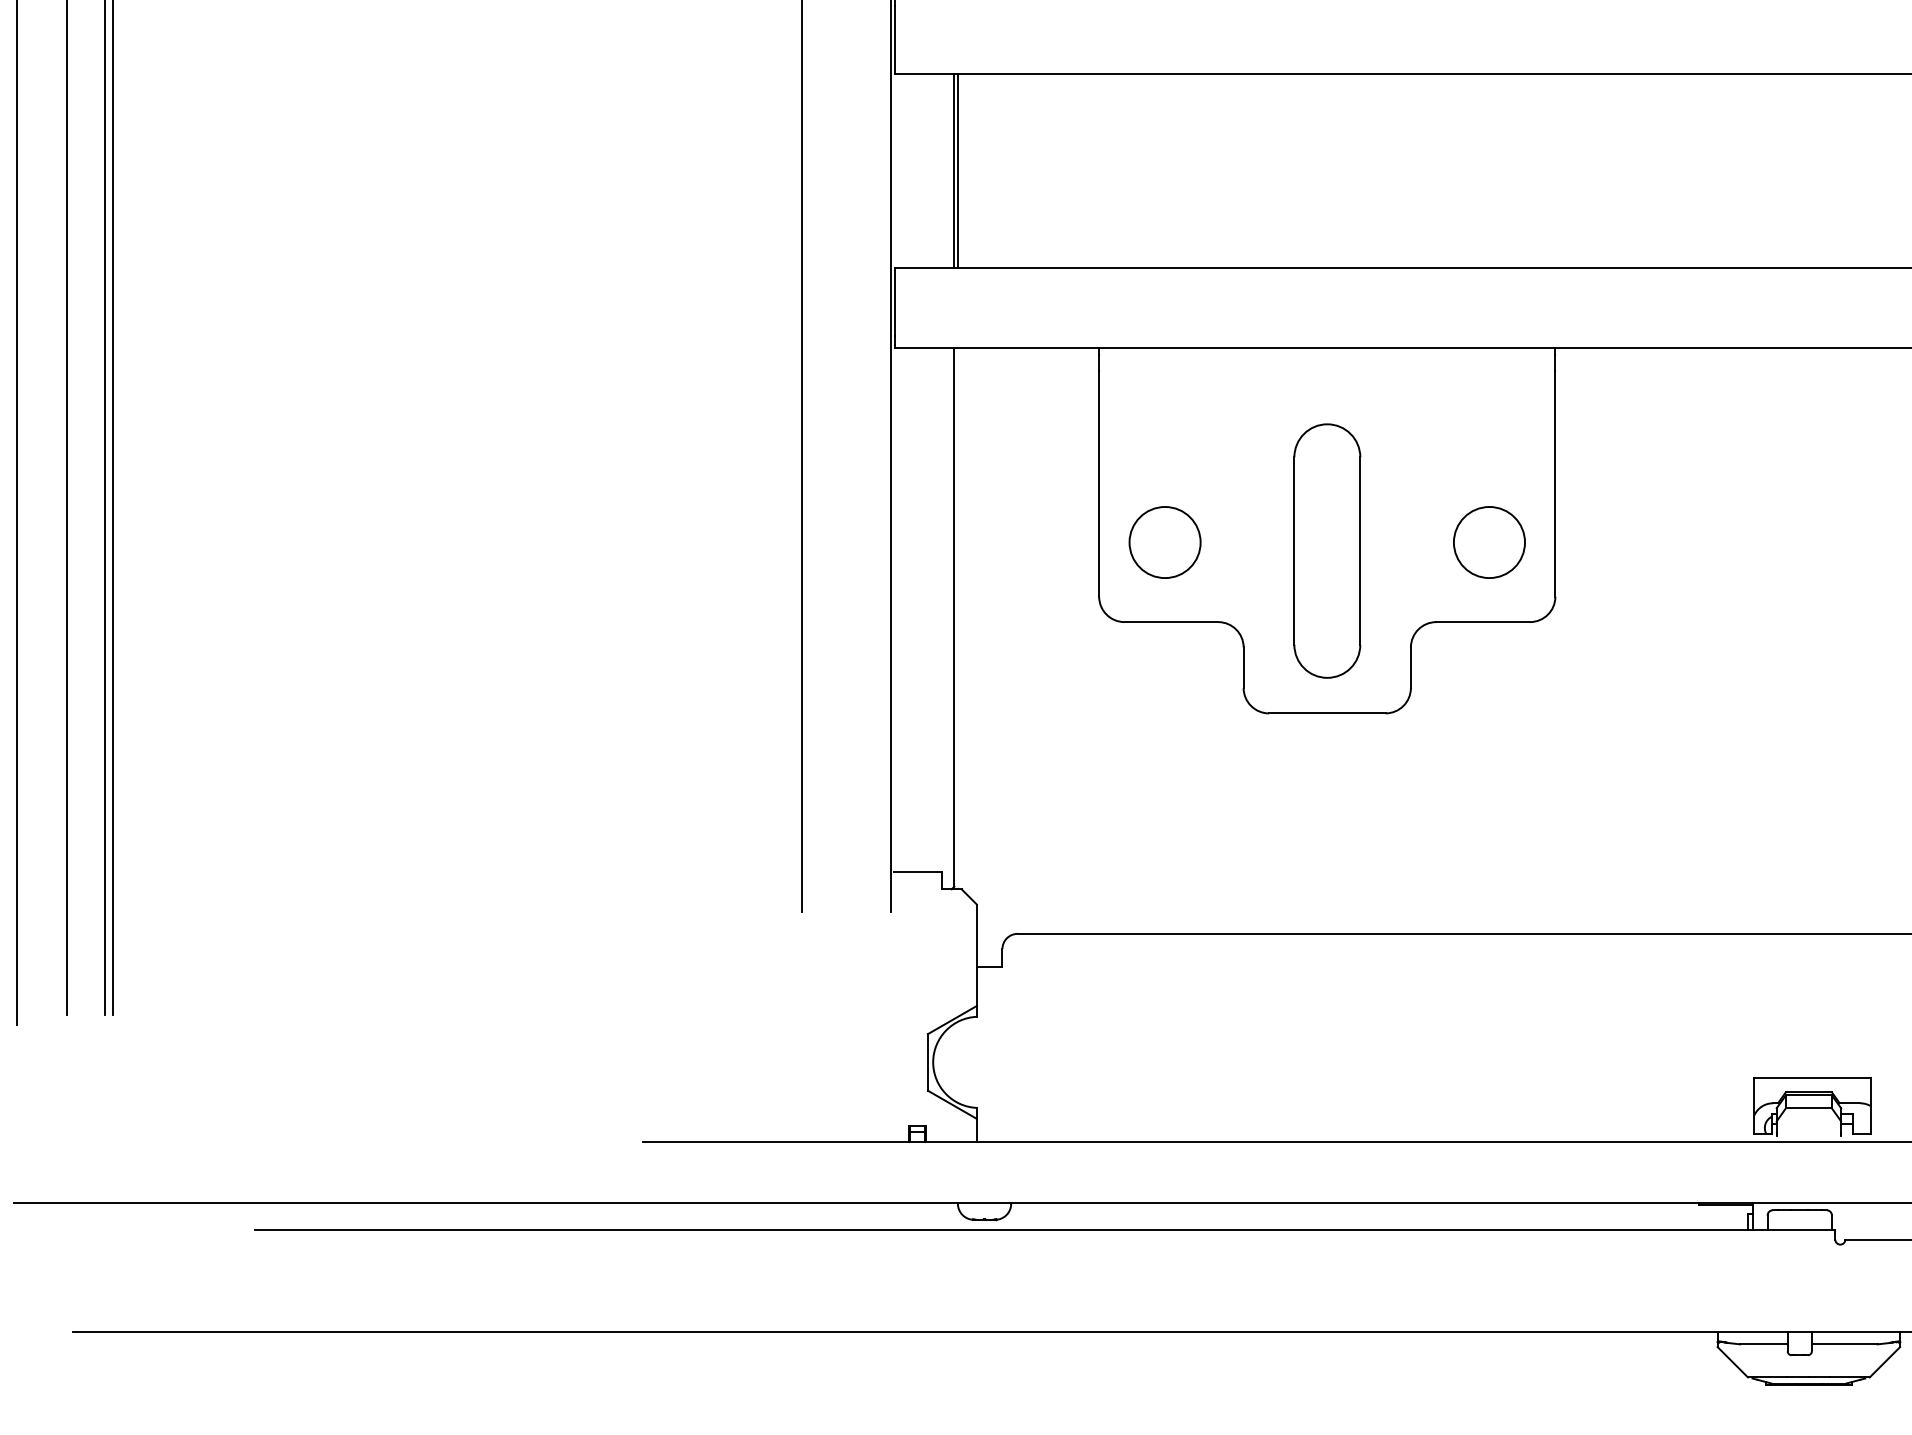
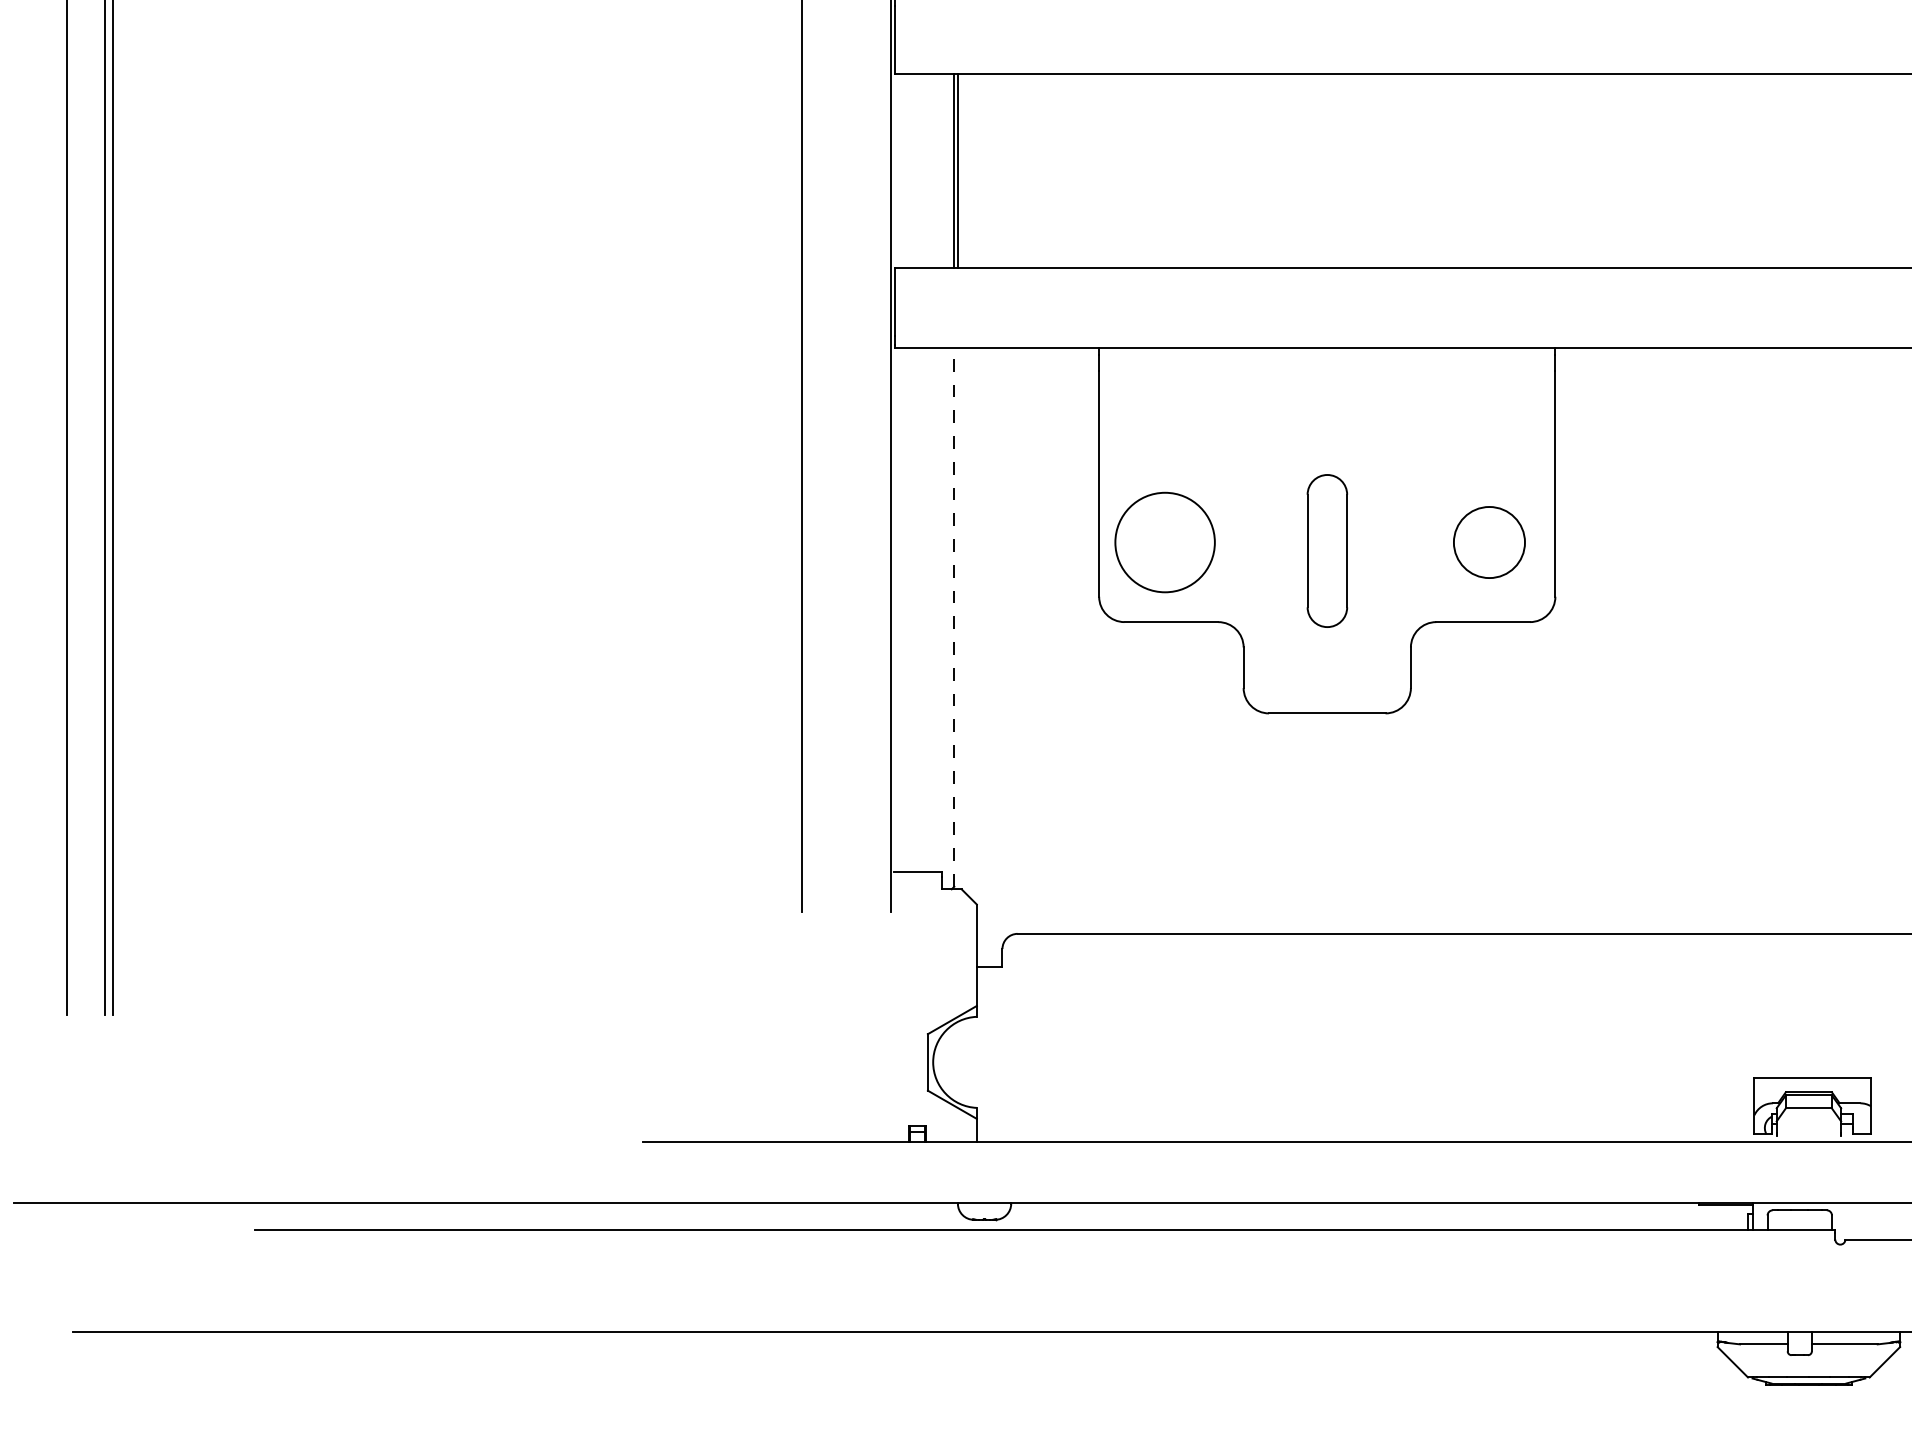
line at (16, 513): present -> none
circle at (1164, 542) size: 74x73 px -> 102x103 px
part at (1327, 550) size: 69x256 px -> 42x154 px
line at (954, 616): solid -> dashed
